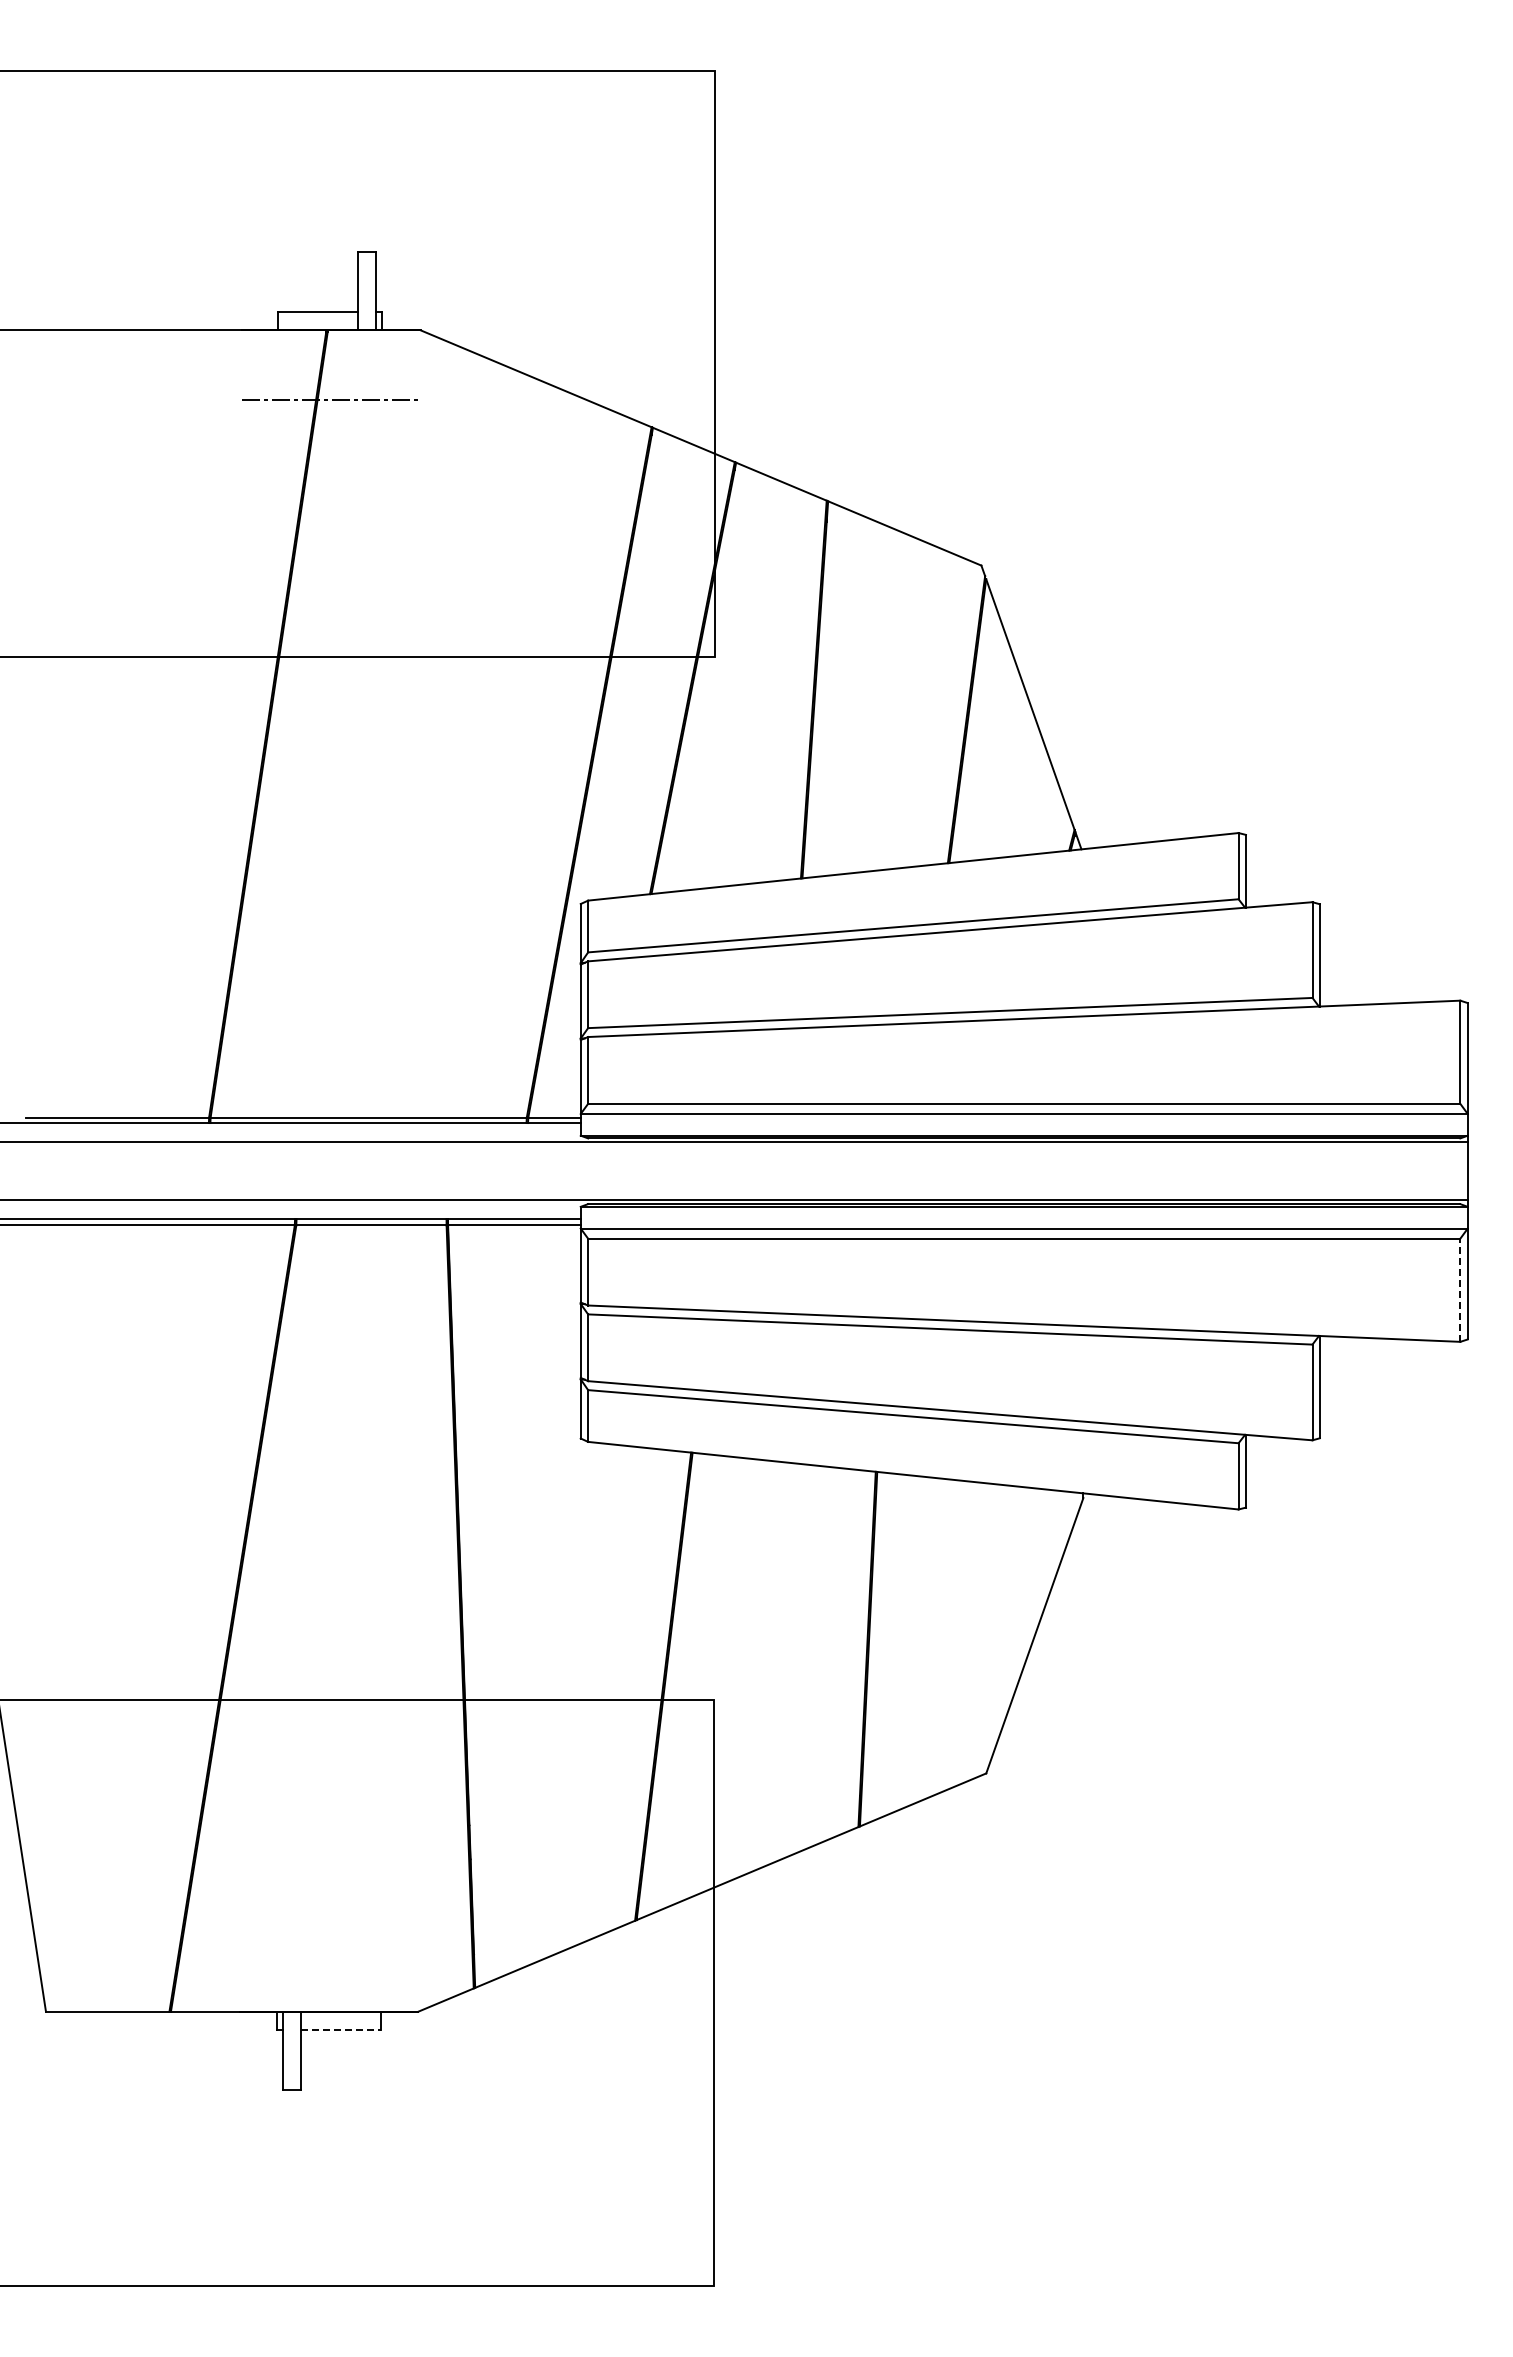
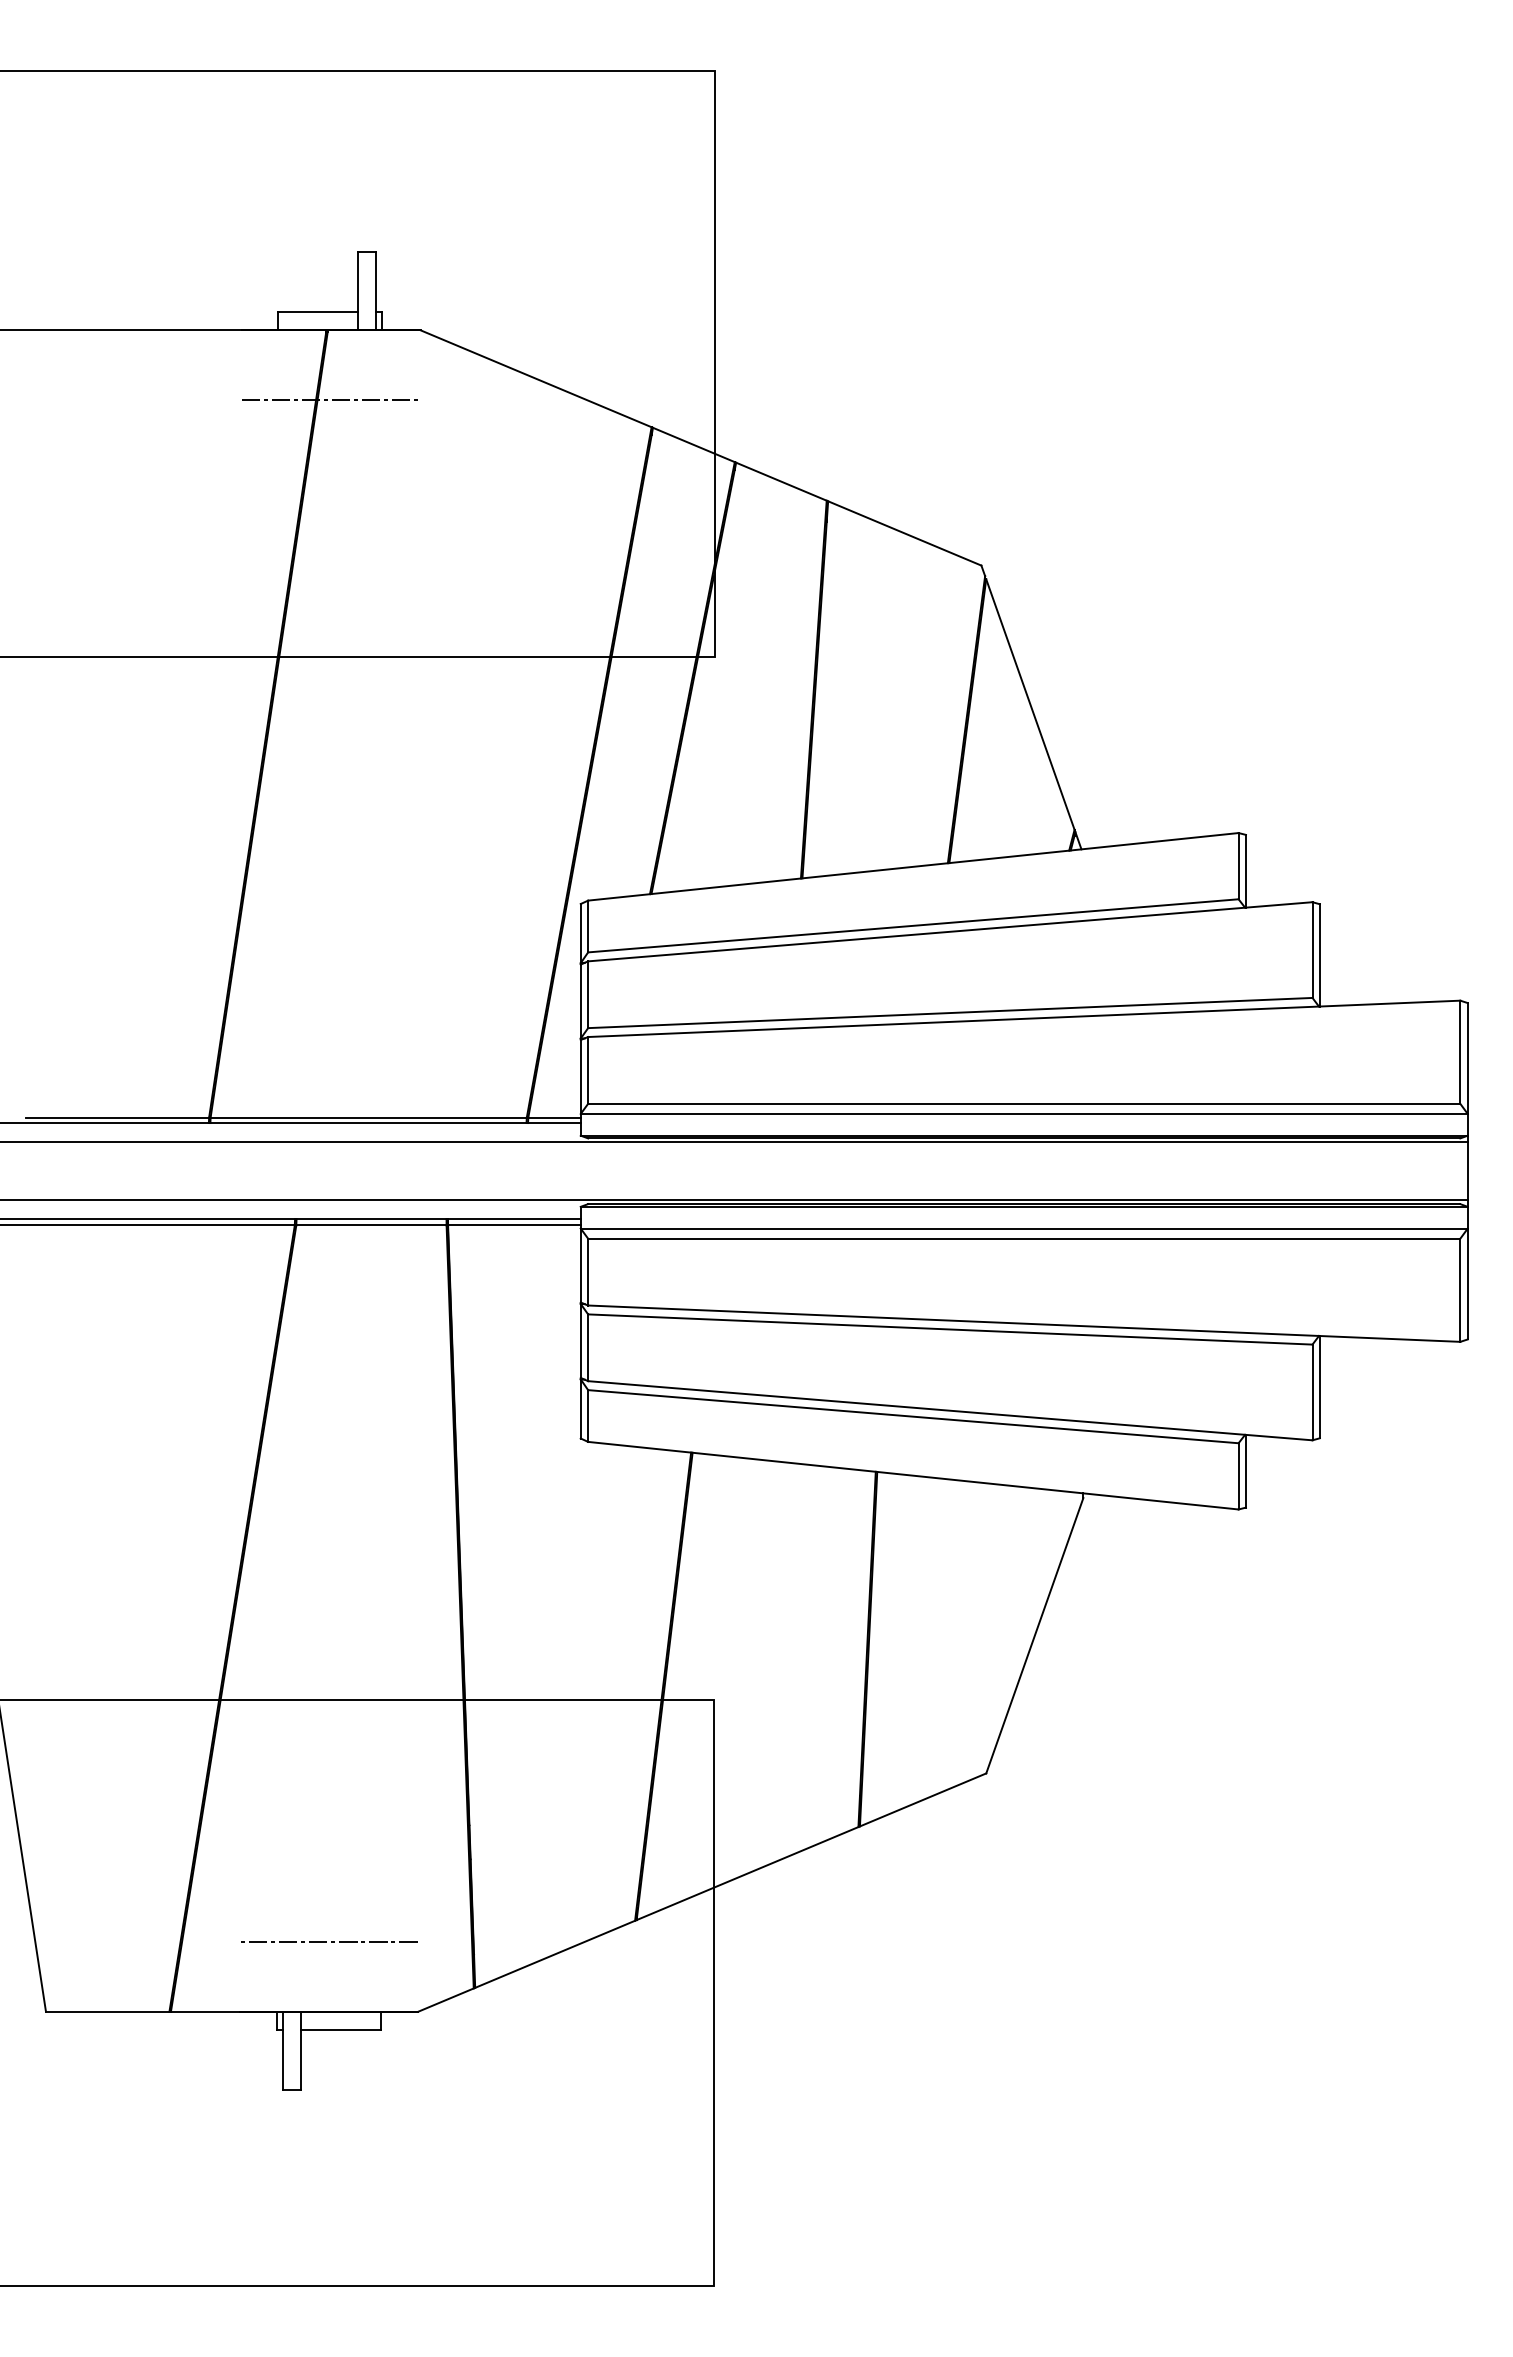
line at (1460, 1290): dashed -> solid
line at (331, 1941): none -> present
line at (340, 2029): dashed -> solid
